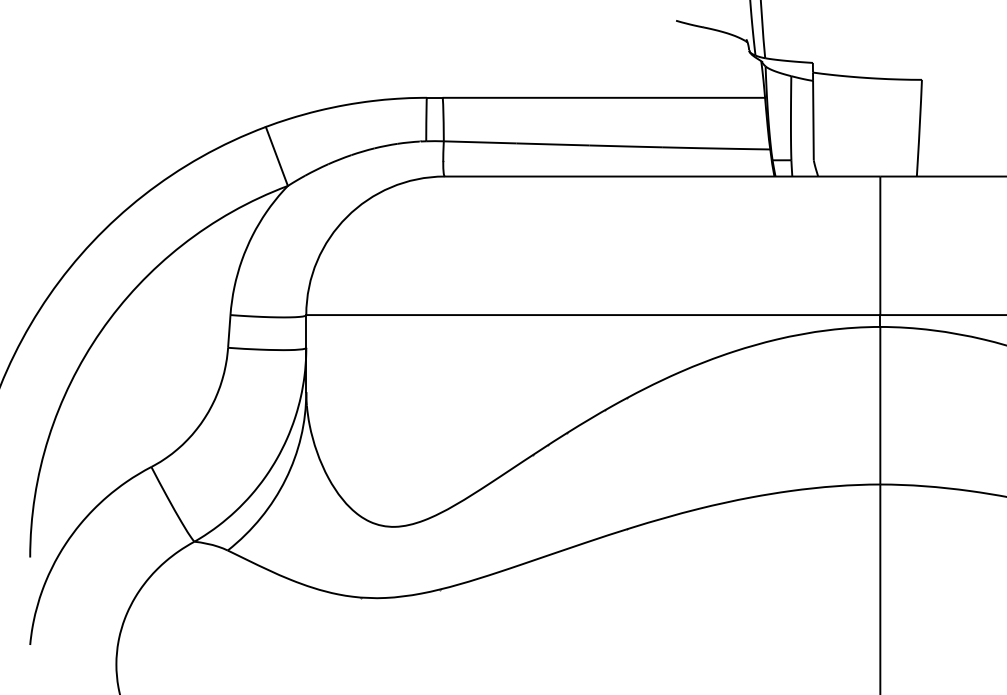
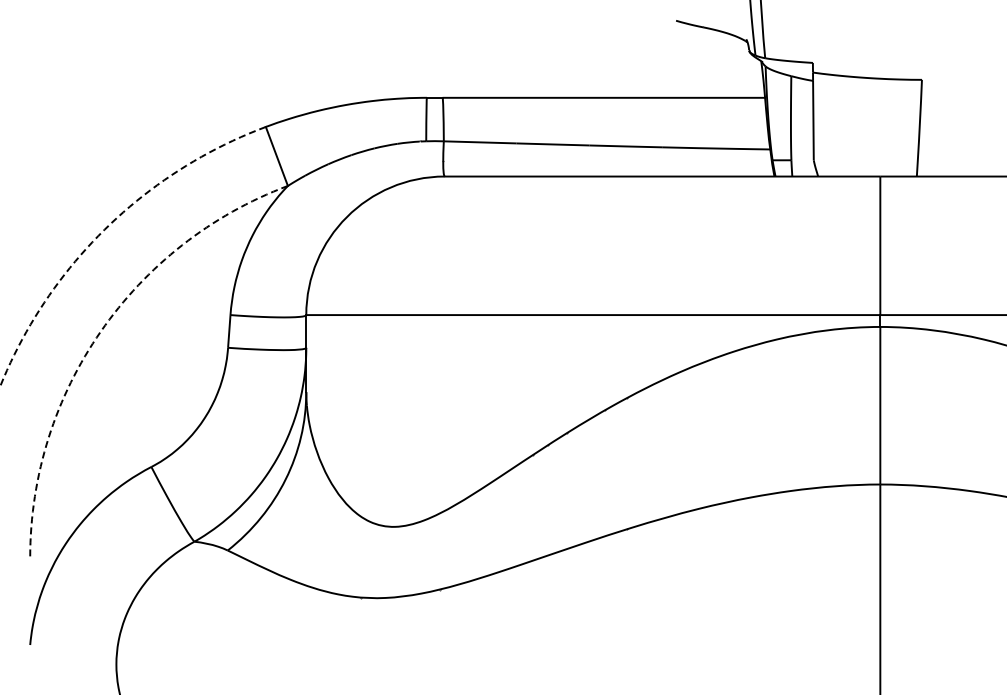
arc at (104, 229): solid -> dashed
arc at (100, 331): solid -> dashed
